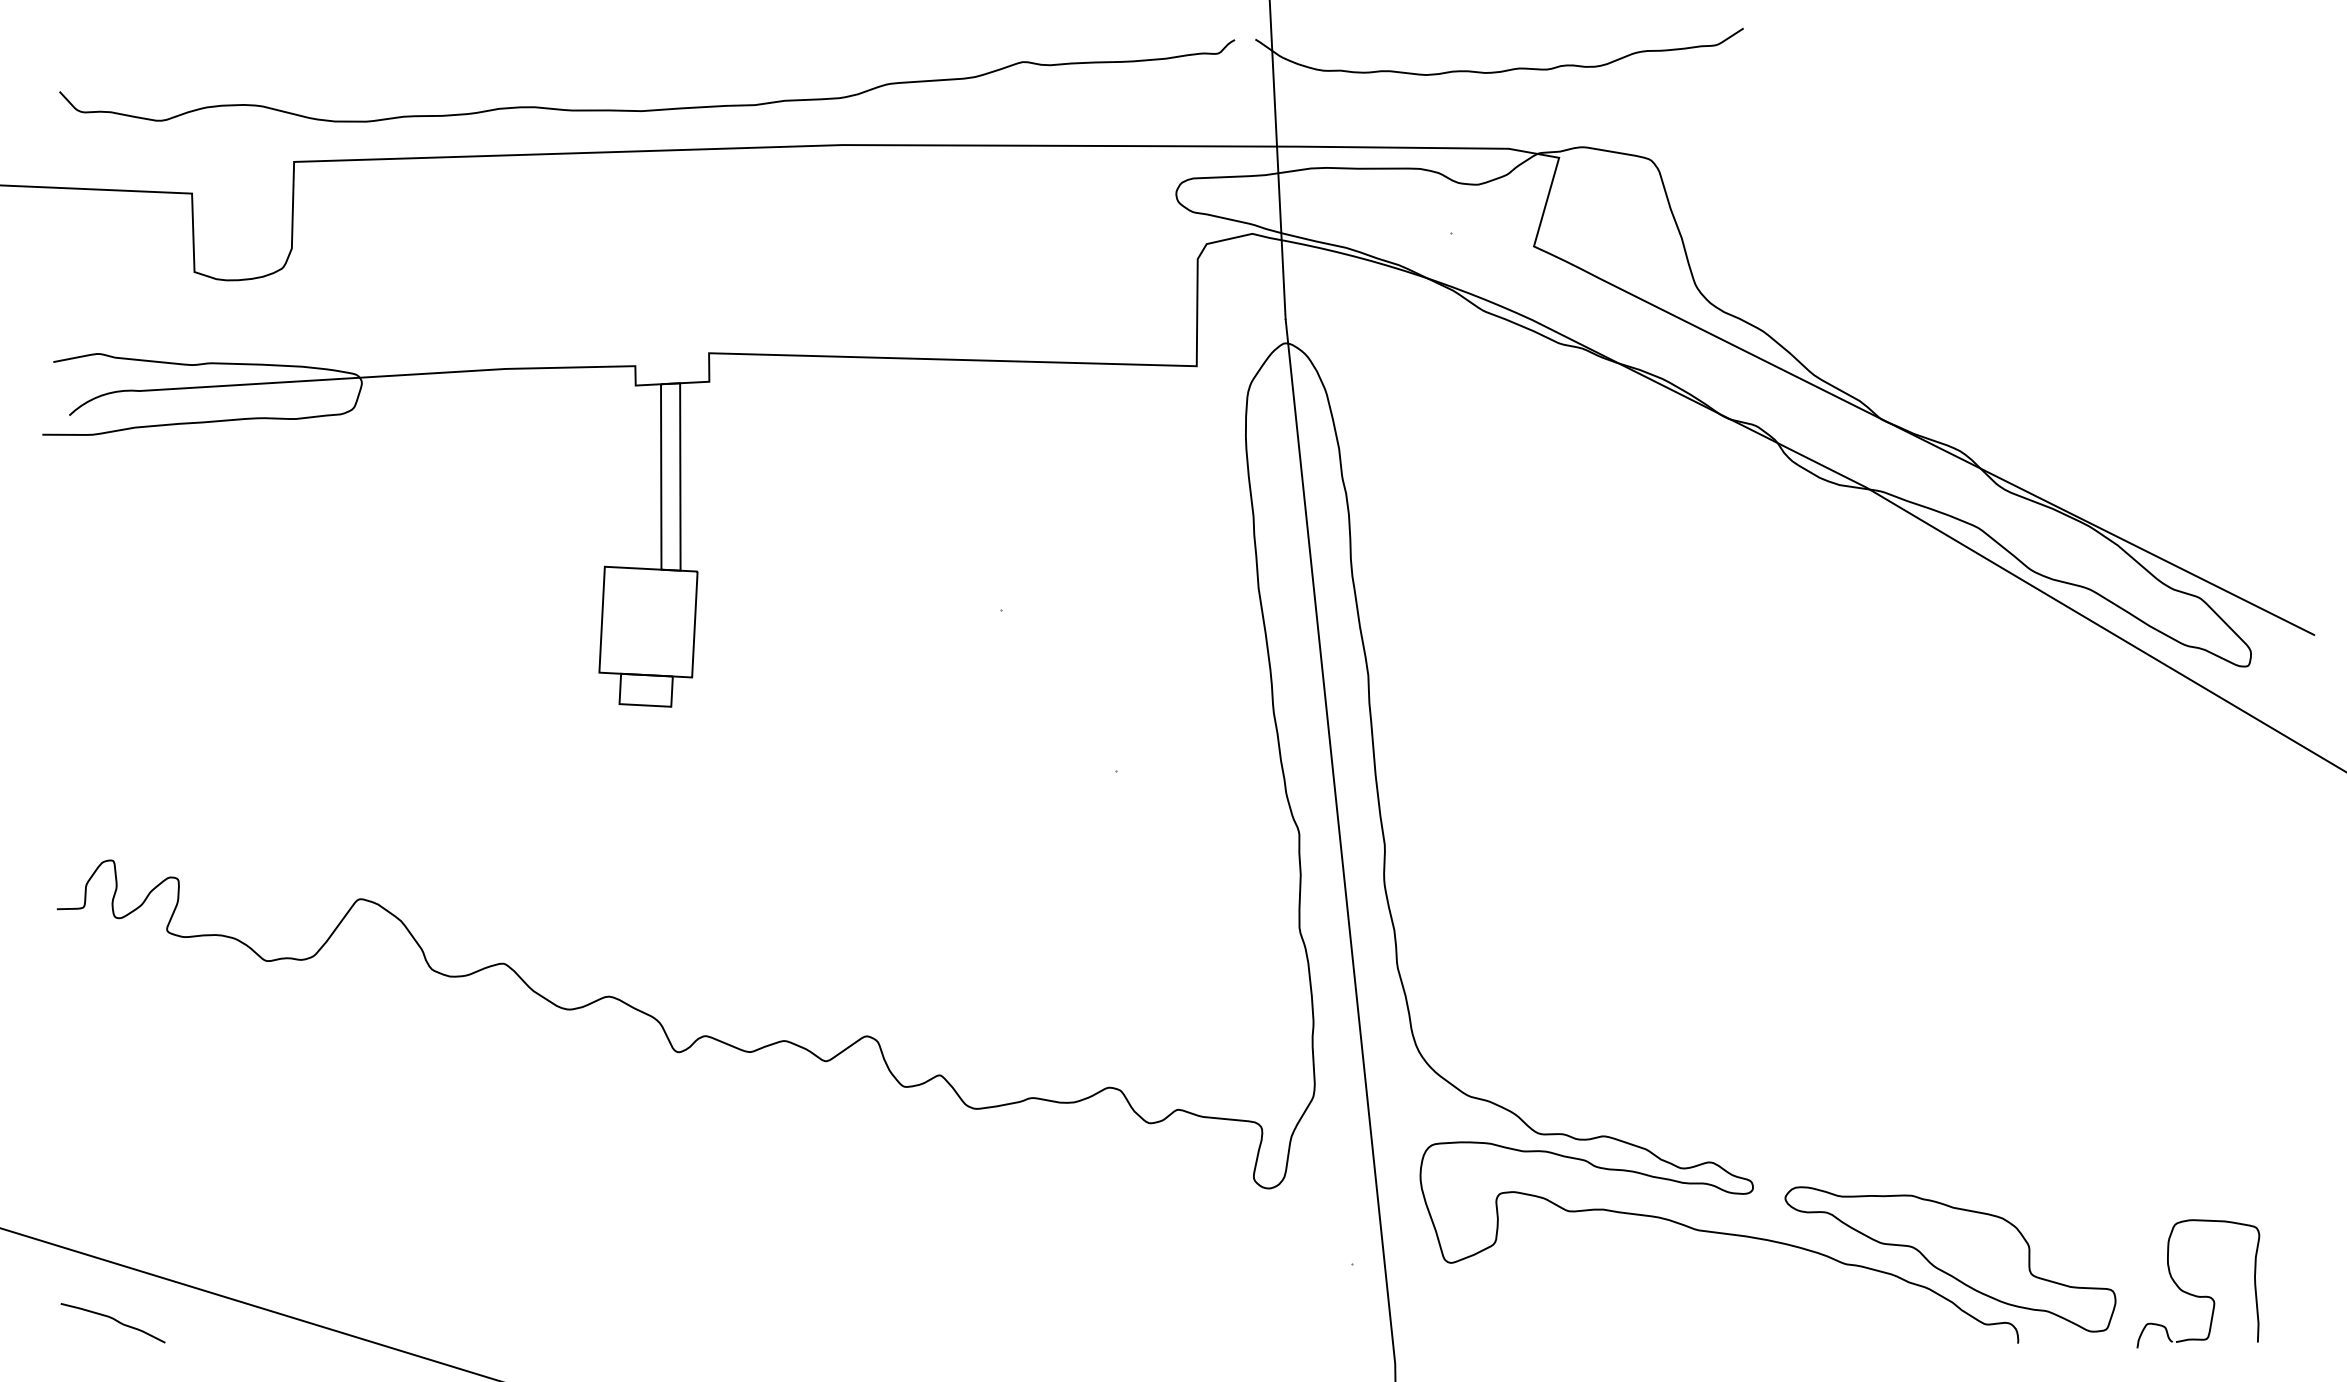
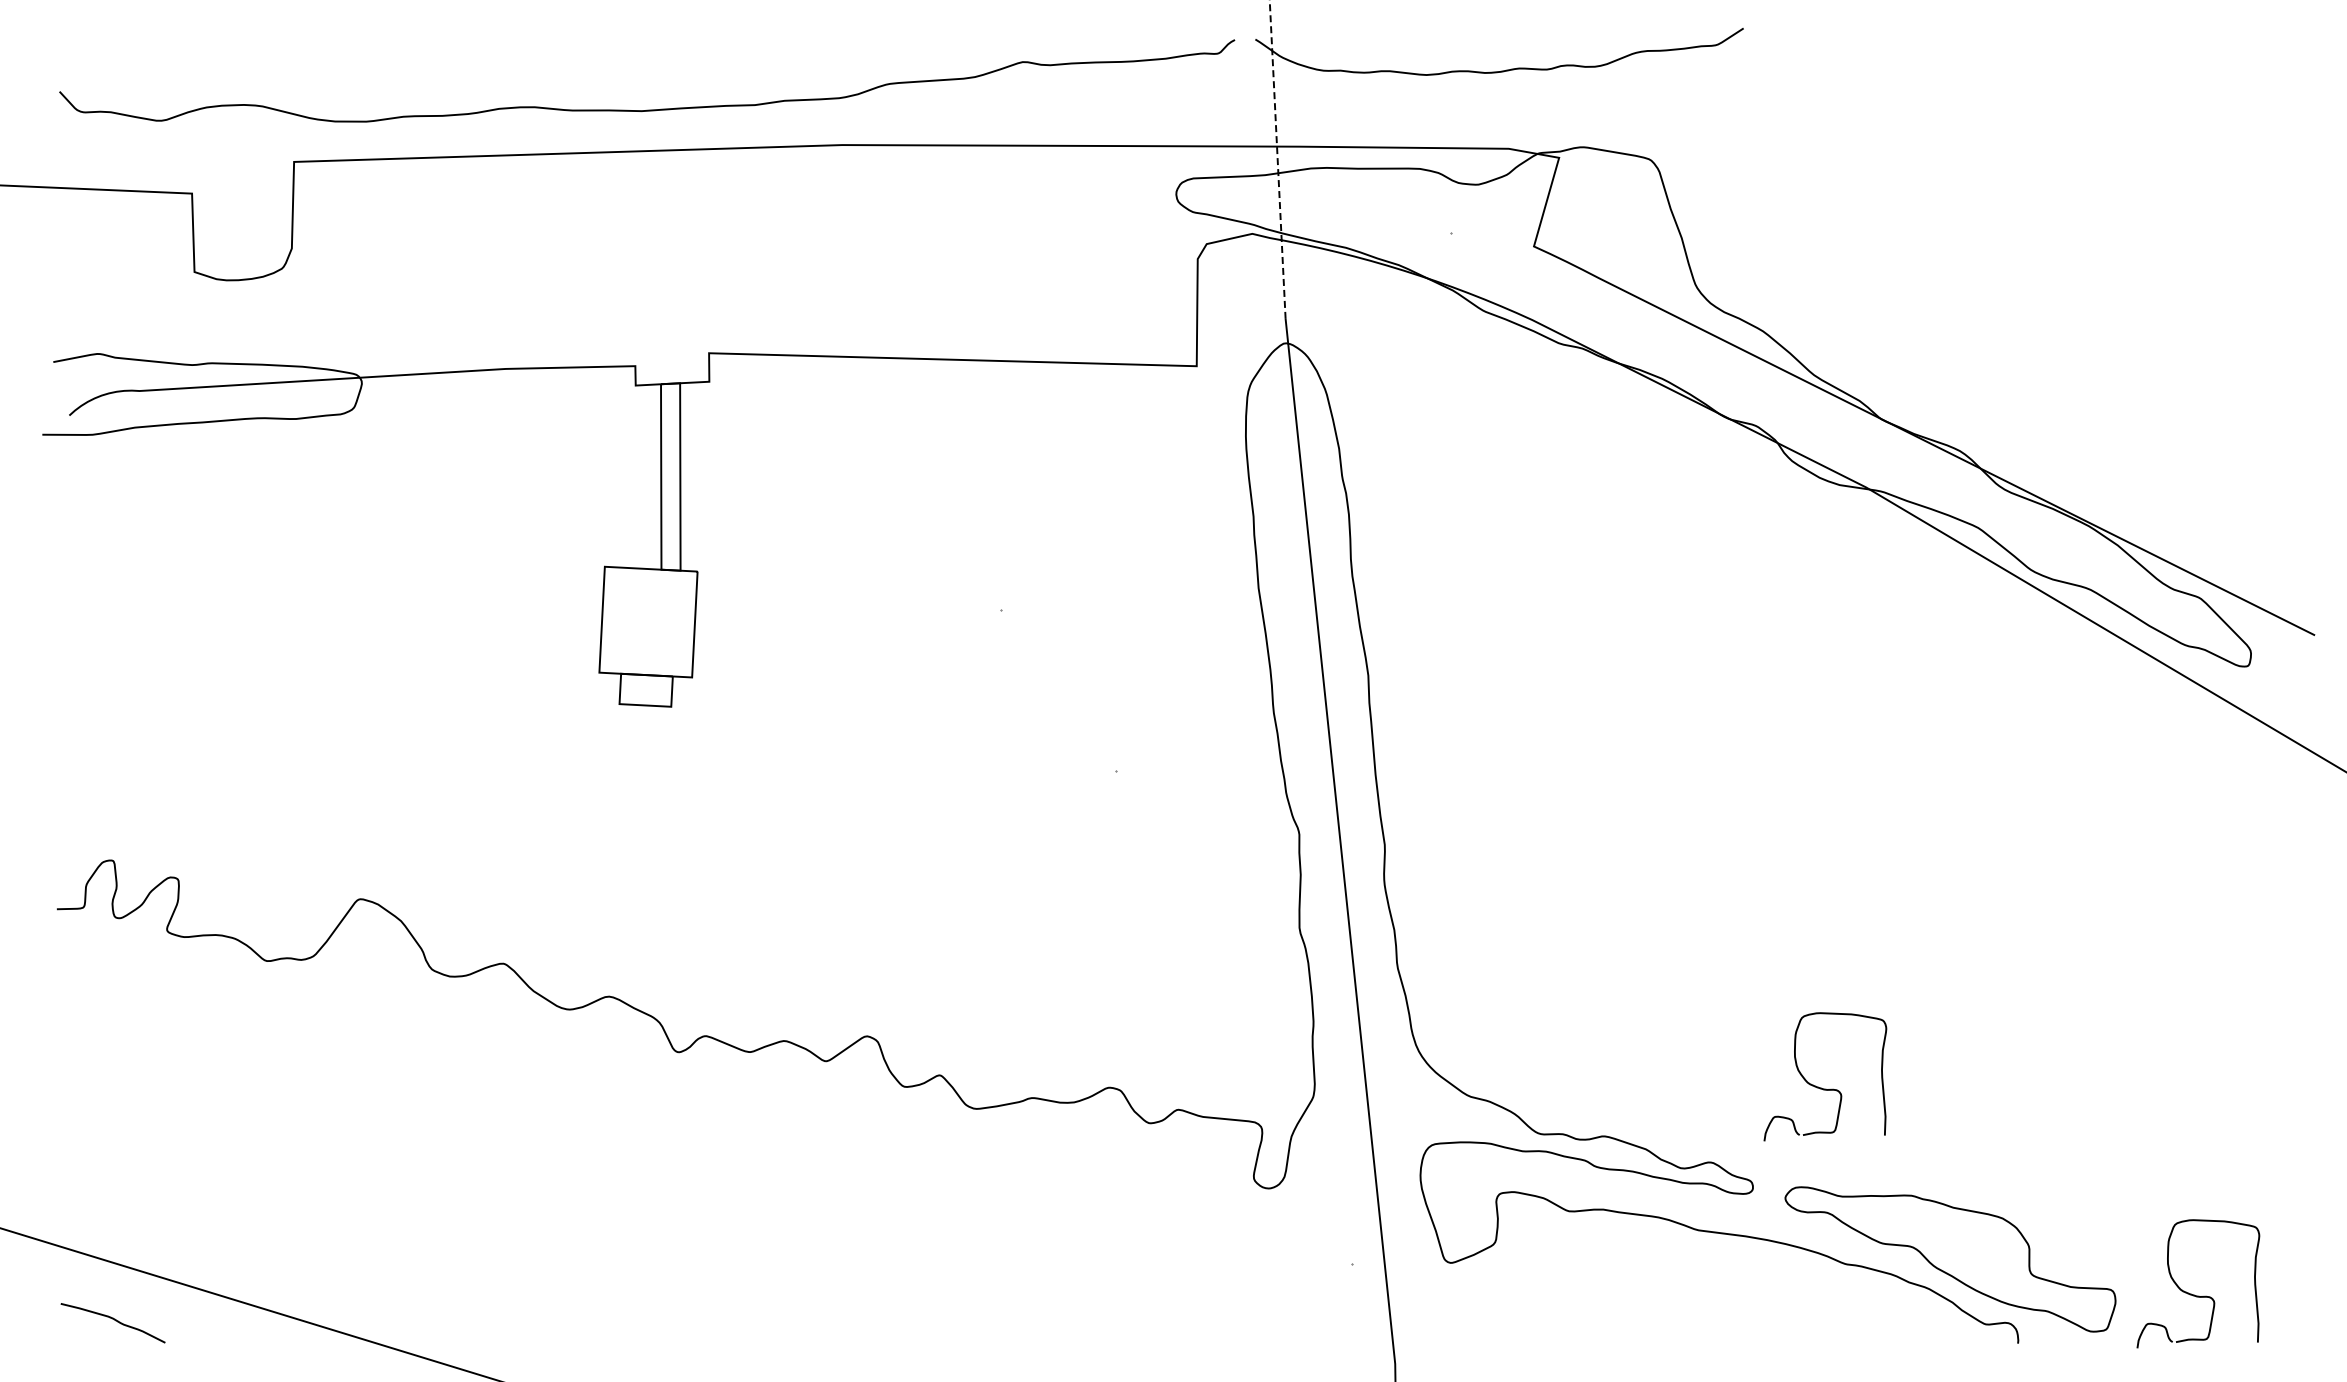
line at (1277, 159): solid -> dashed
part at (1821, 1087): none -> present
